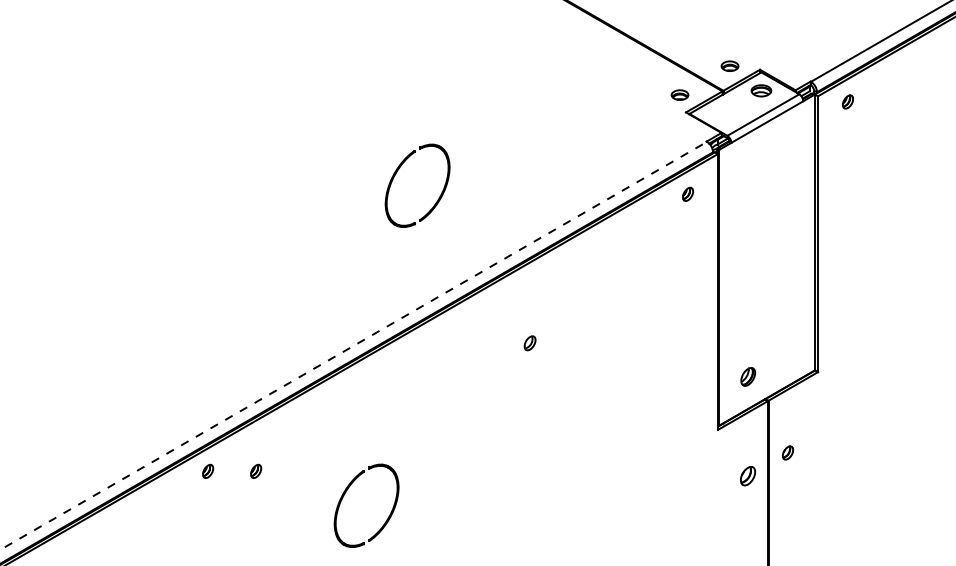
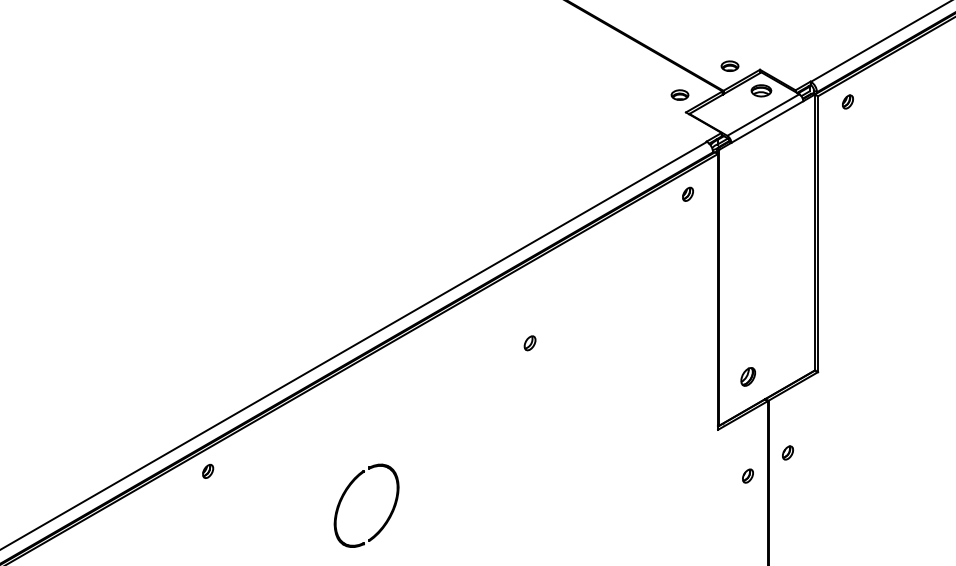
part at (396, 174): present -> none
line at (353, 345): dashed -> solid
part at (256, 471): present -> none
part at (747, 476) size: 16x21 px -> 12x16 px
